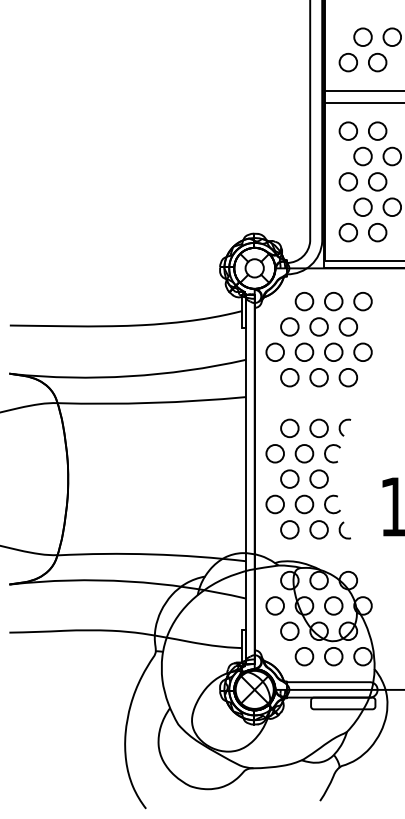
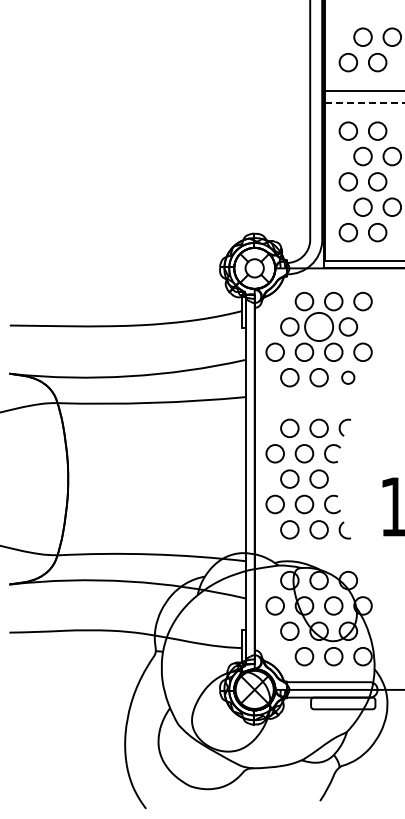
line at (364, 102): solid -> dashed
circle at (318, 326) diameter: 18 px -> 28 px
circle at (347, 377) size: 20x20 px -> 15x15 px
